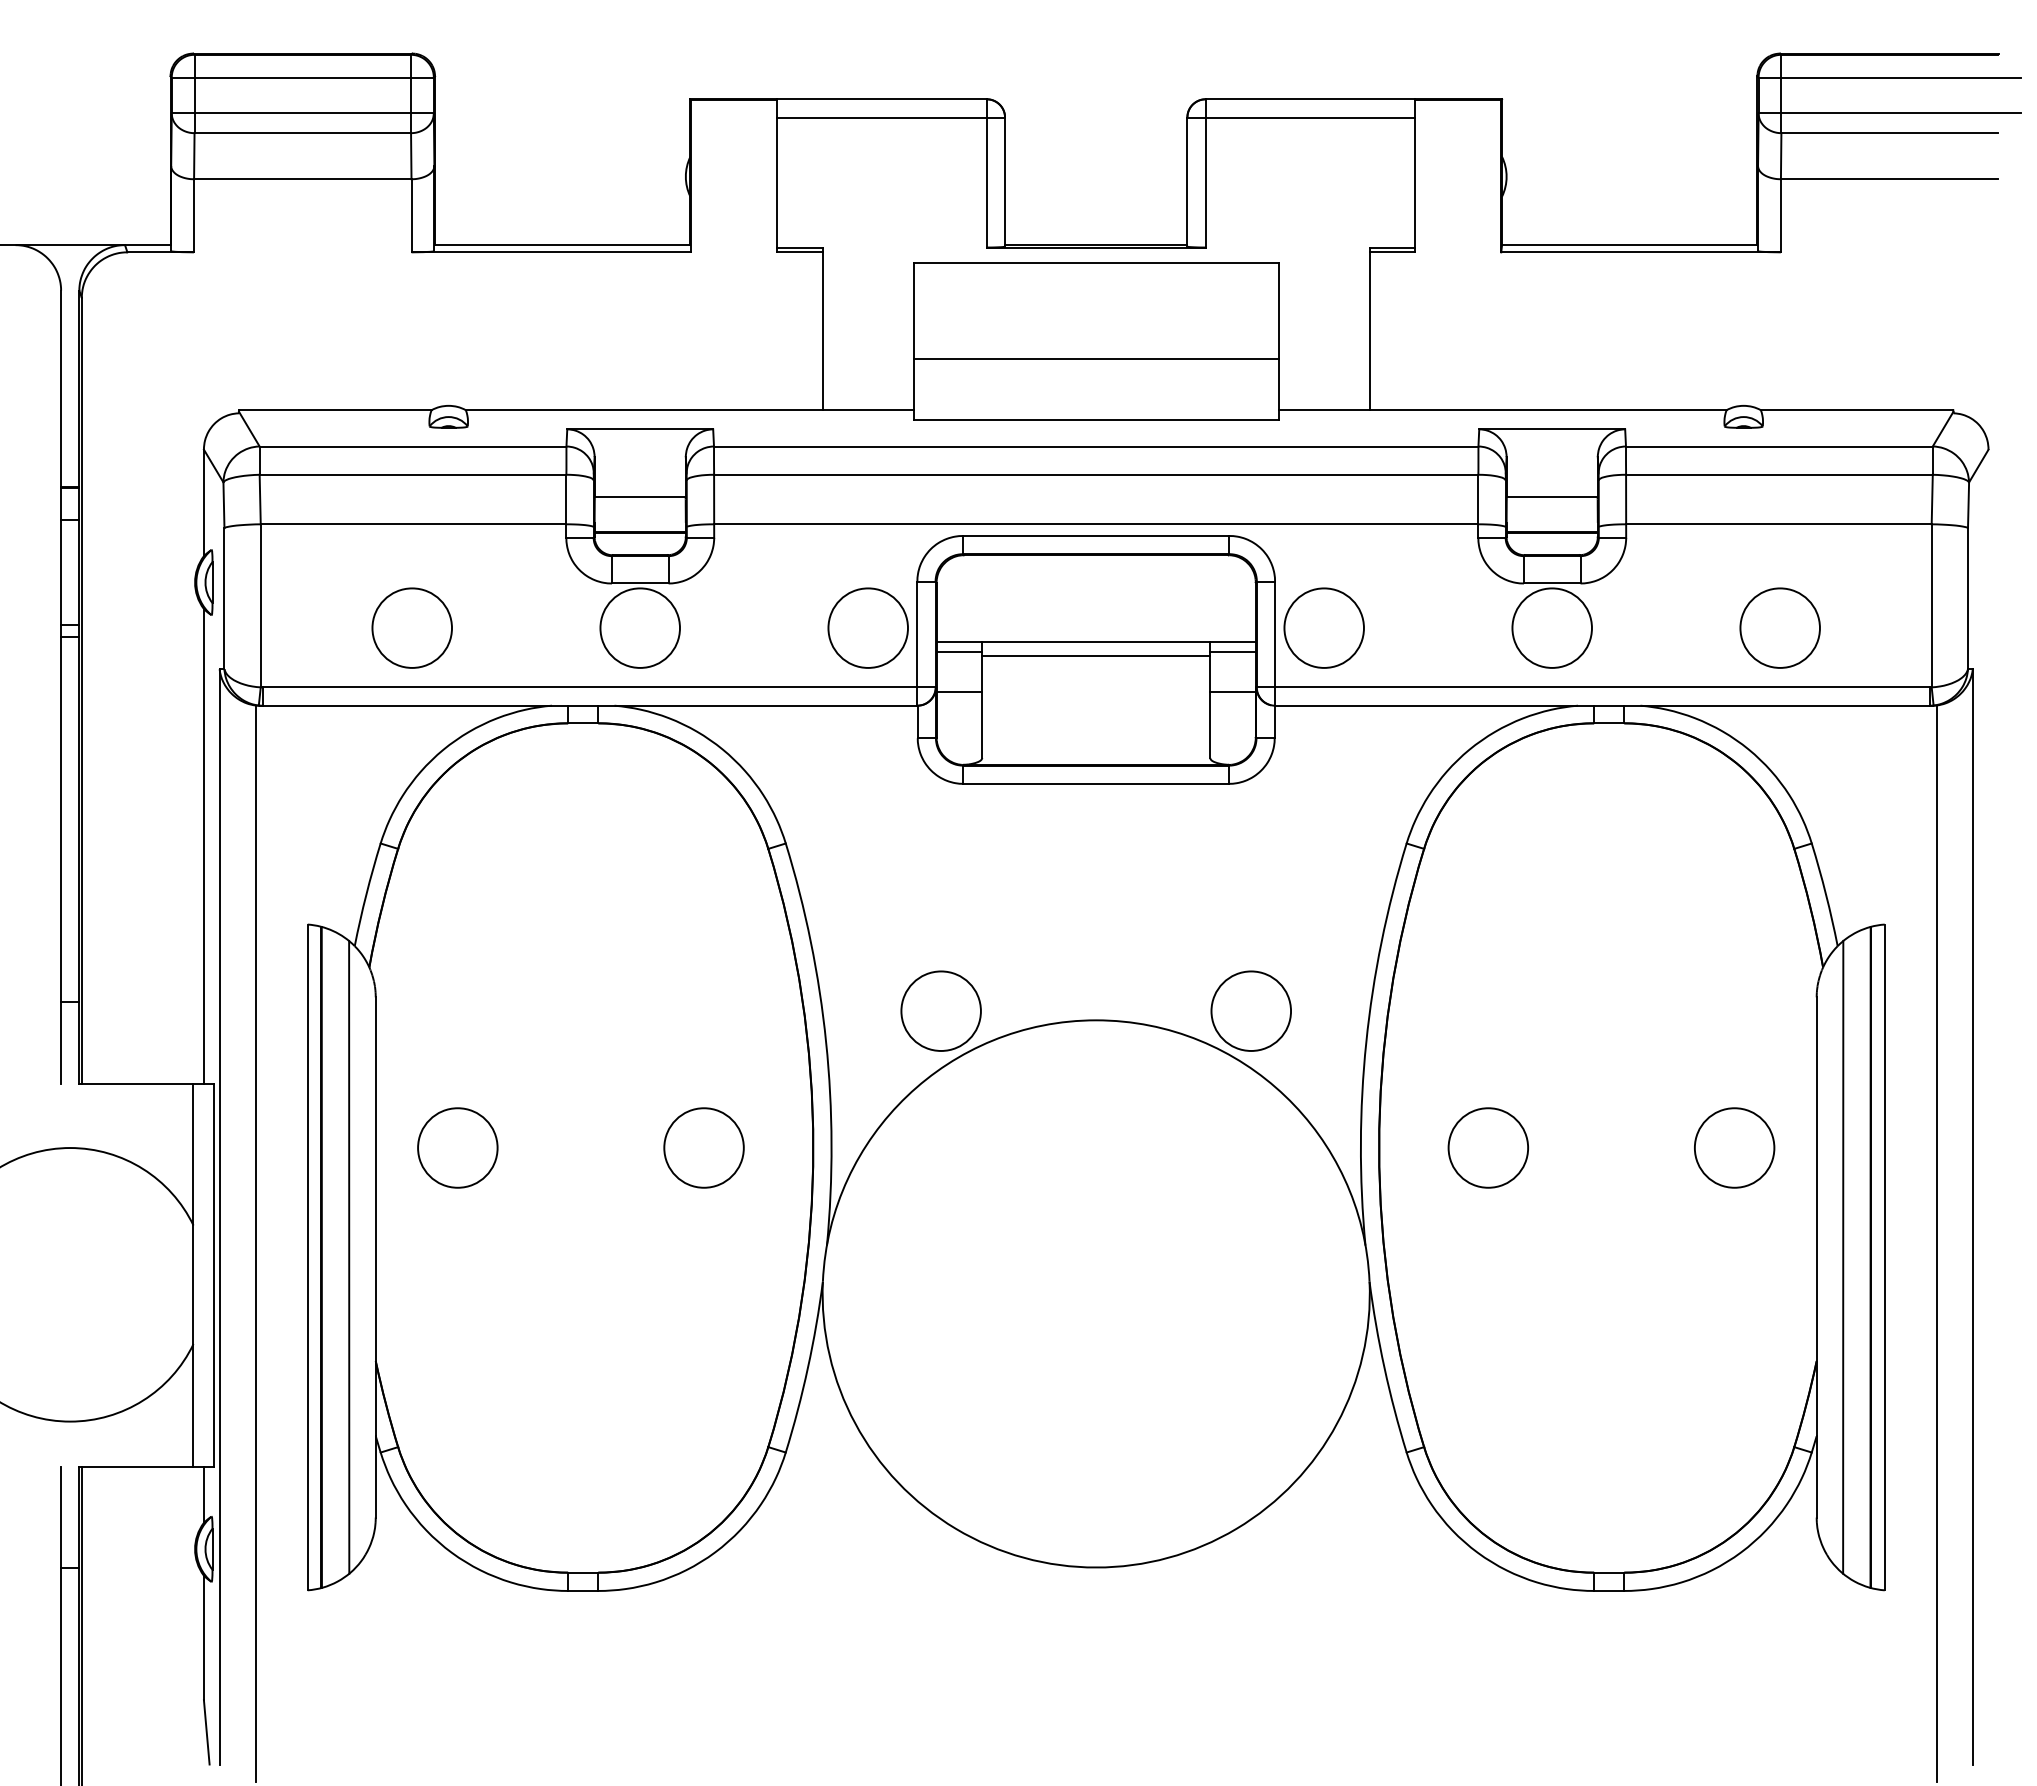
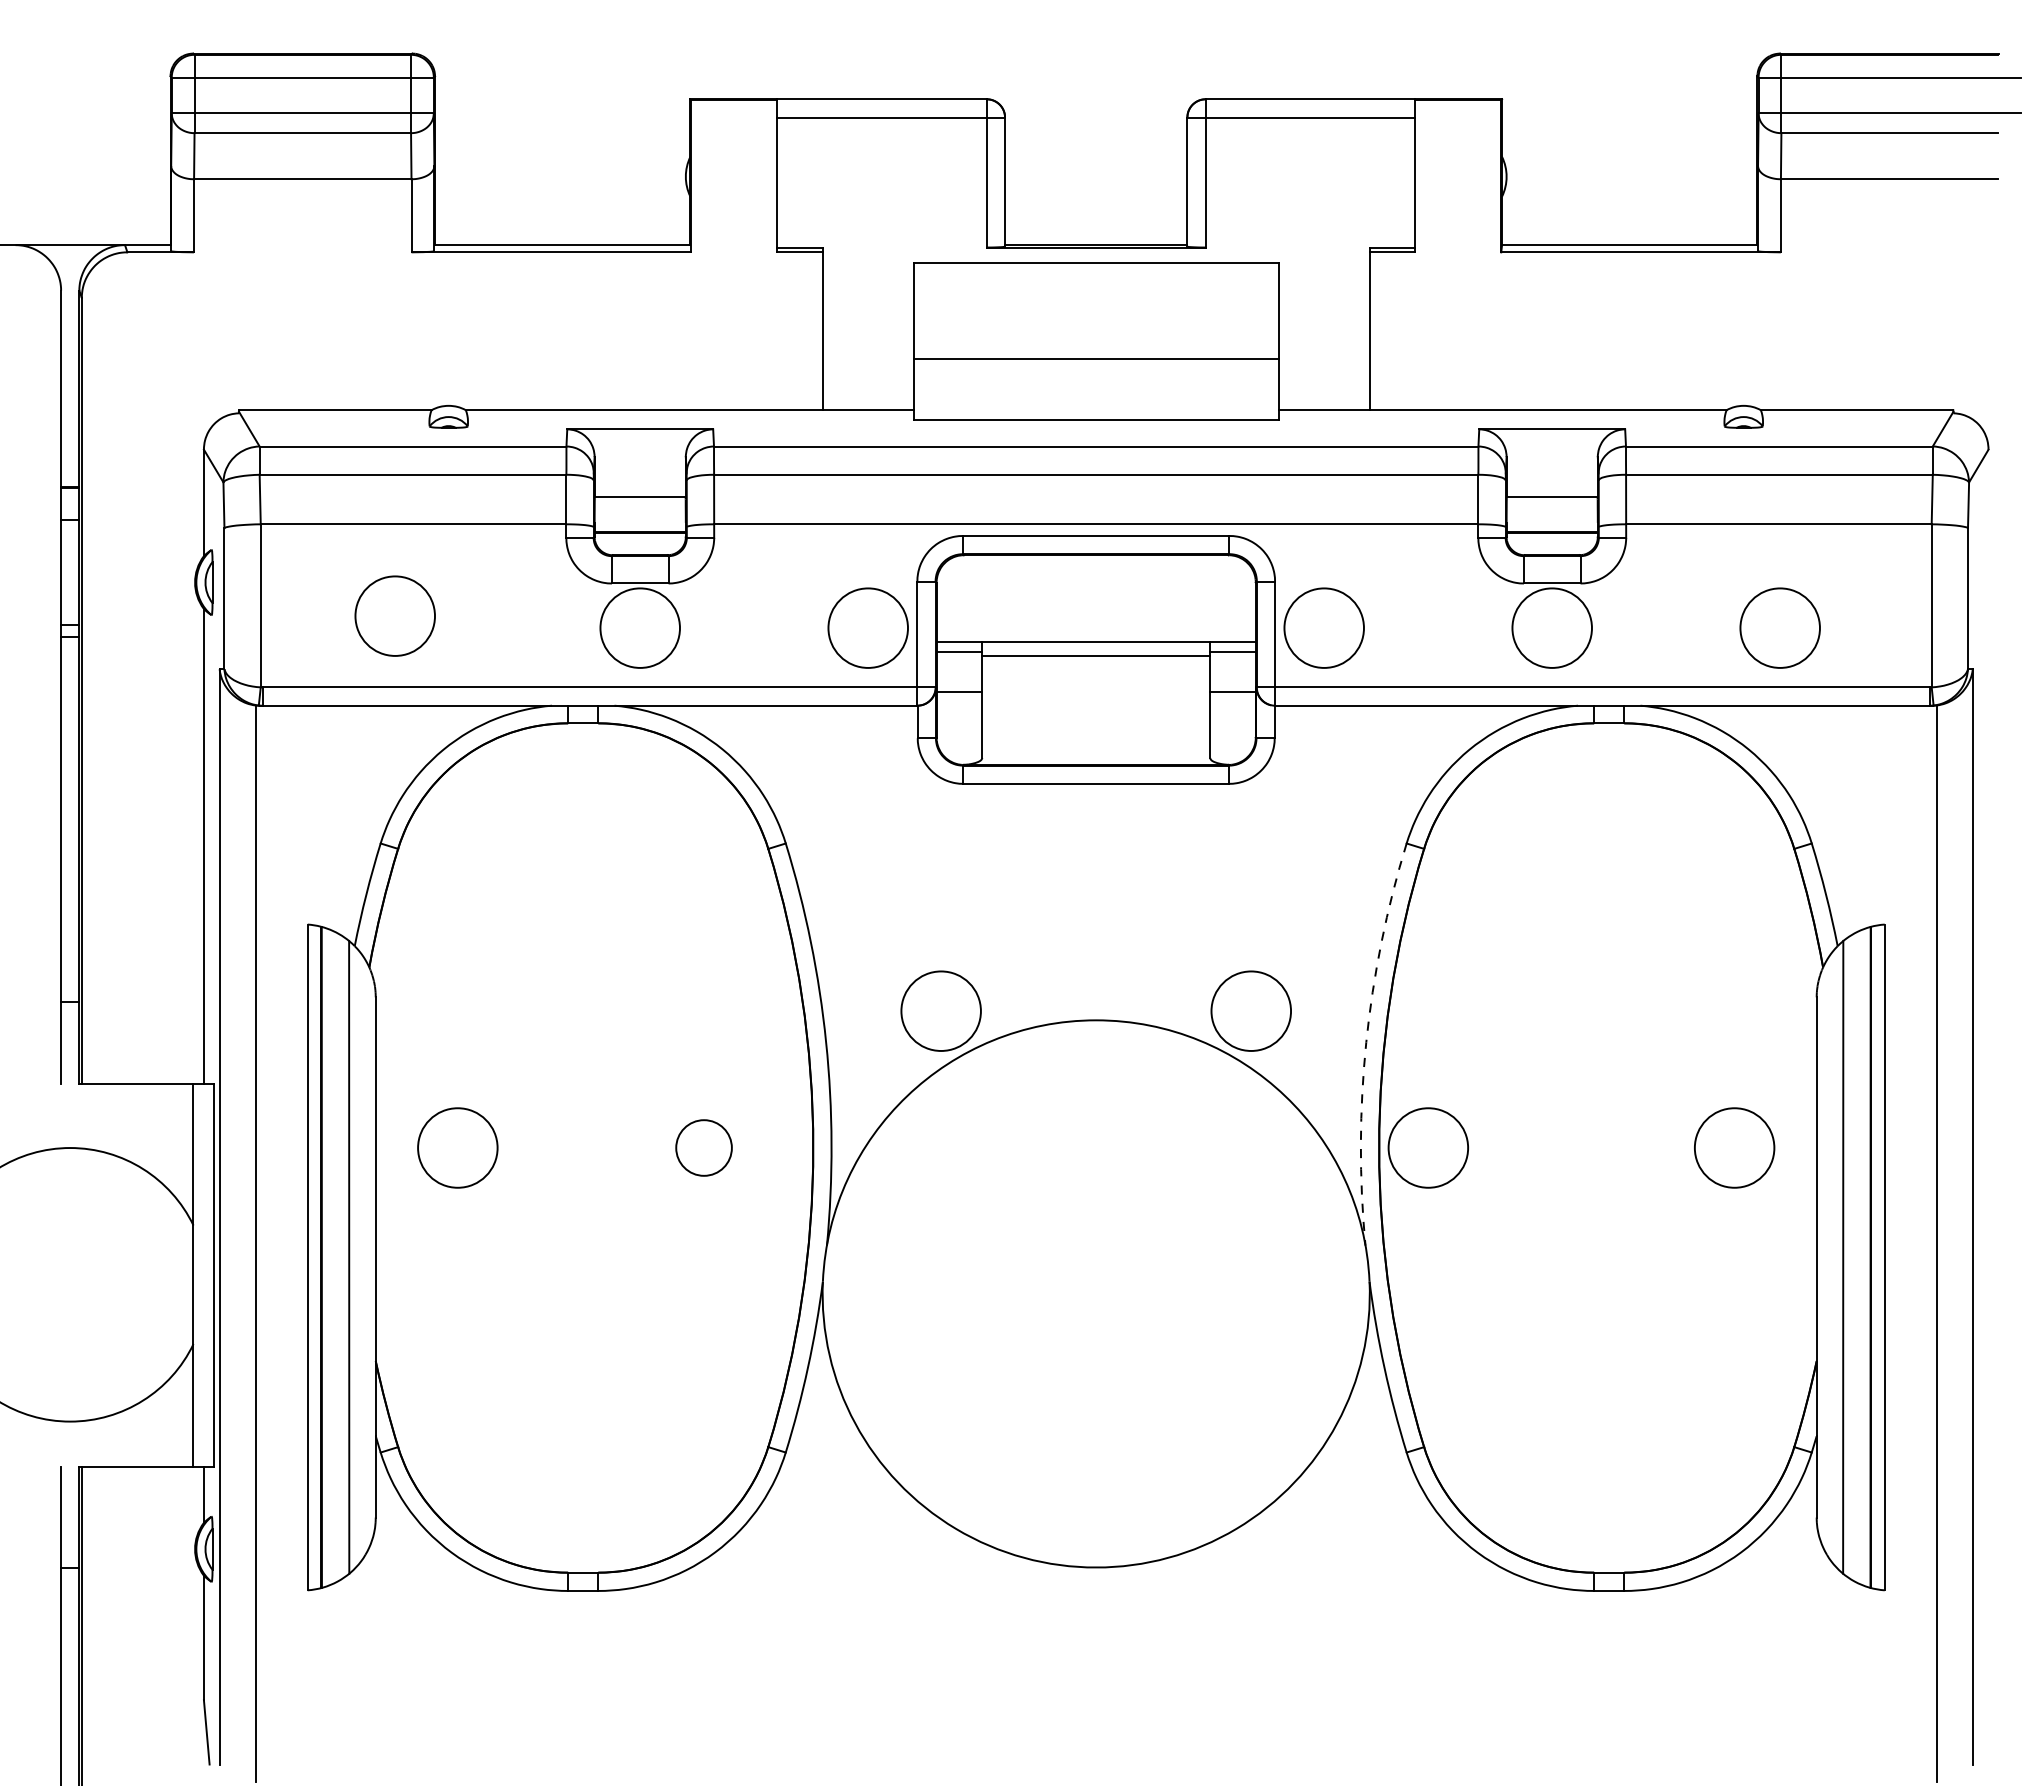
circle at (411, 627) position: (411, 627) -> (394, 615)
arc at (1366, 1042): solid -> dashed
circle at (703, 1147) diameter: 80 px -> 56 px
circle at (1487, 1147) position: (1487, 1147) -> (1427, 1147)
